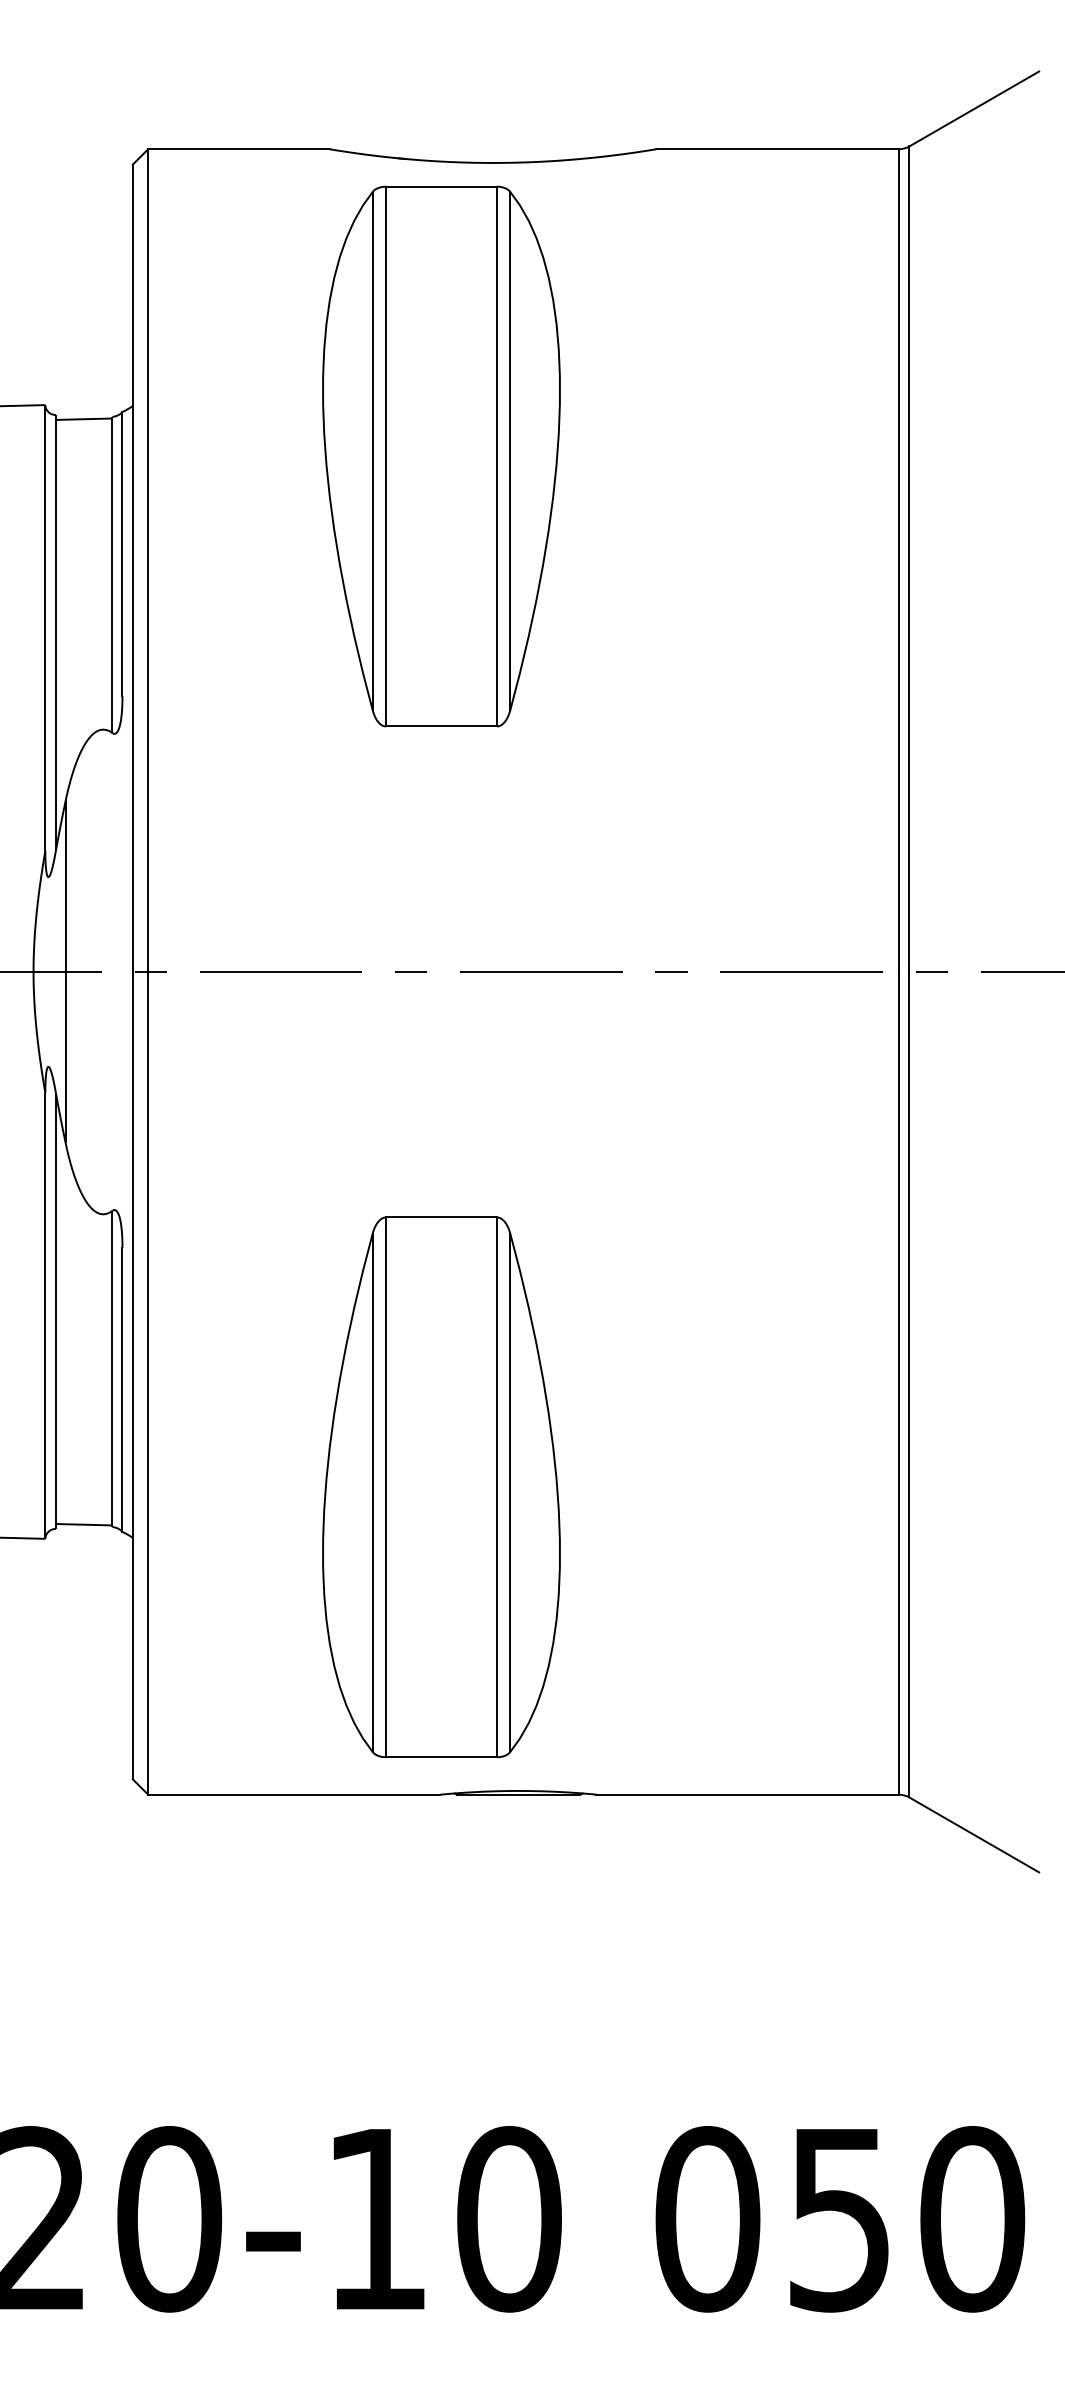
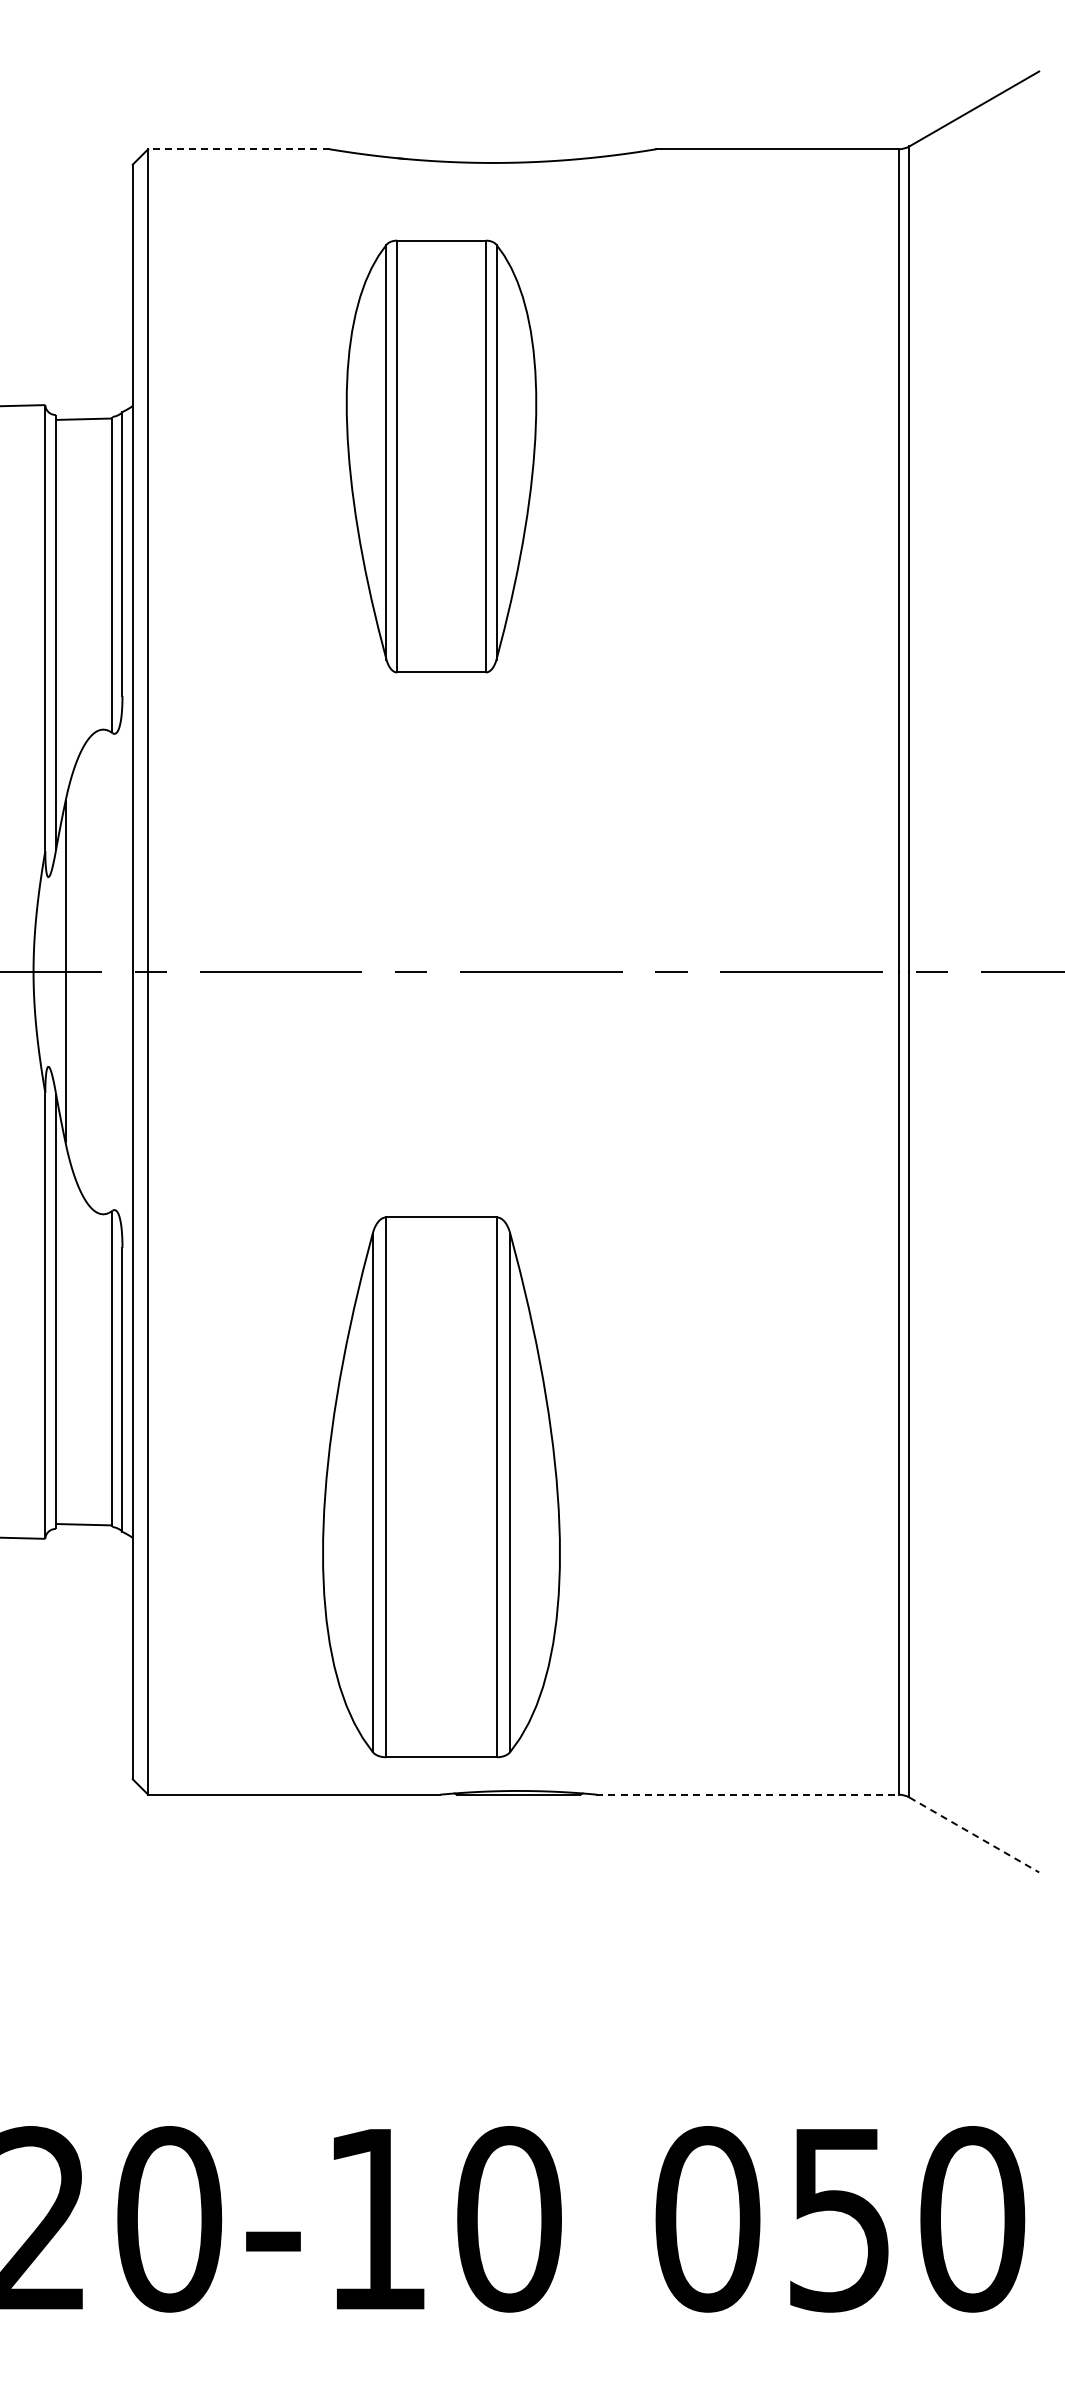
line at (238, 149): solid -> dashed
part at (441, 456) size: 239x543 px -> 193x435 px
line at (748, 1794): solid -> dashed
line at (974, 1834): solid -> dashed
